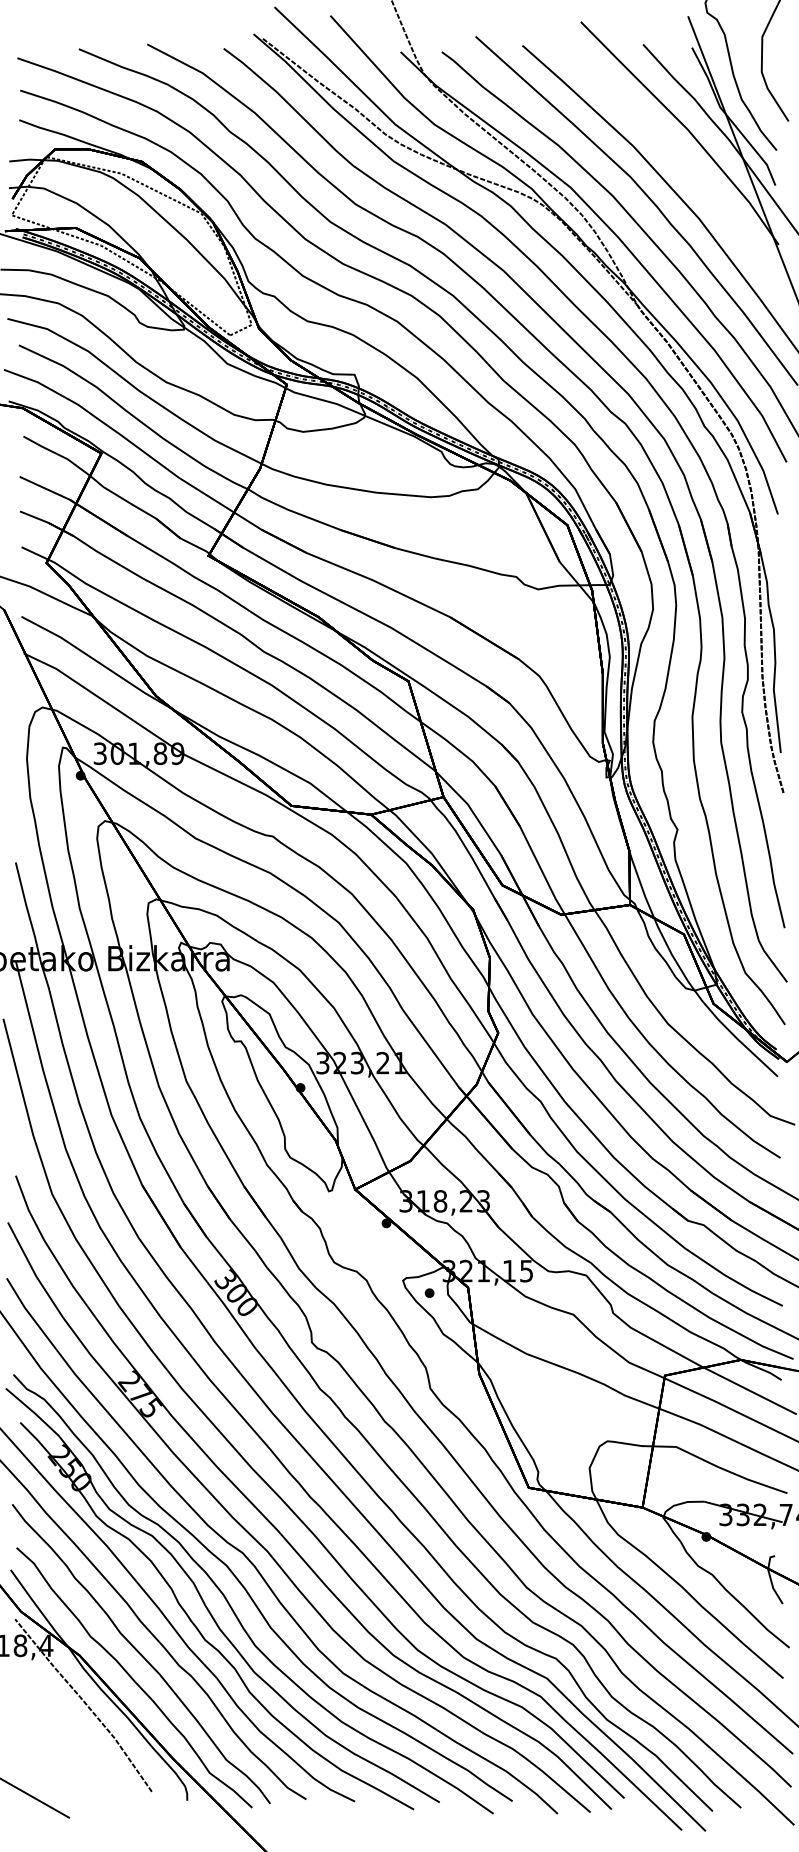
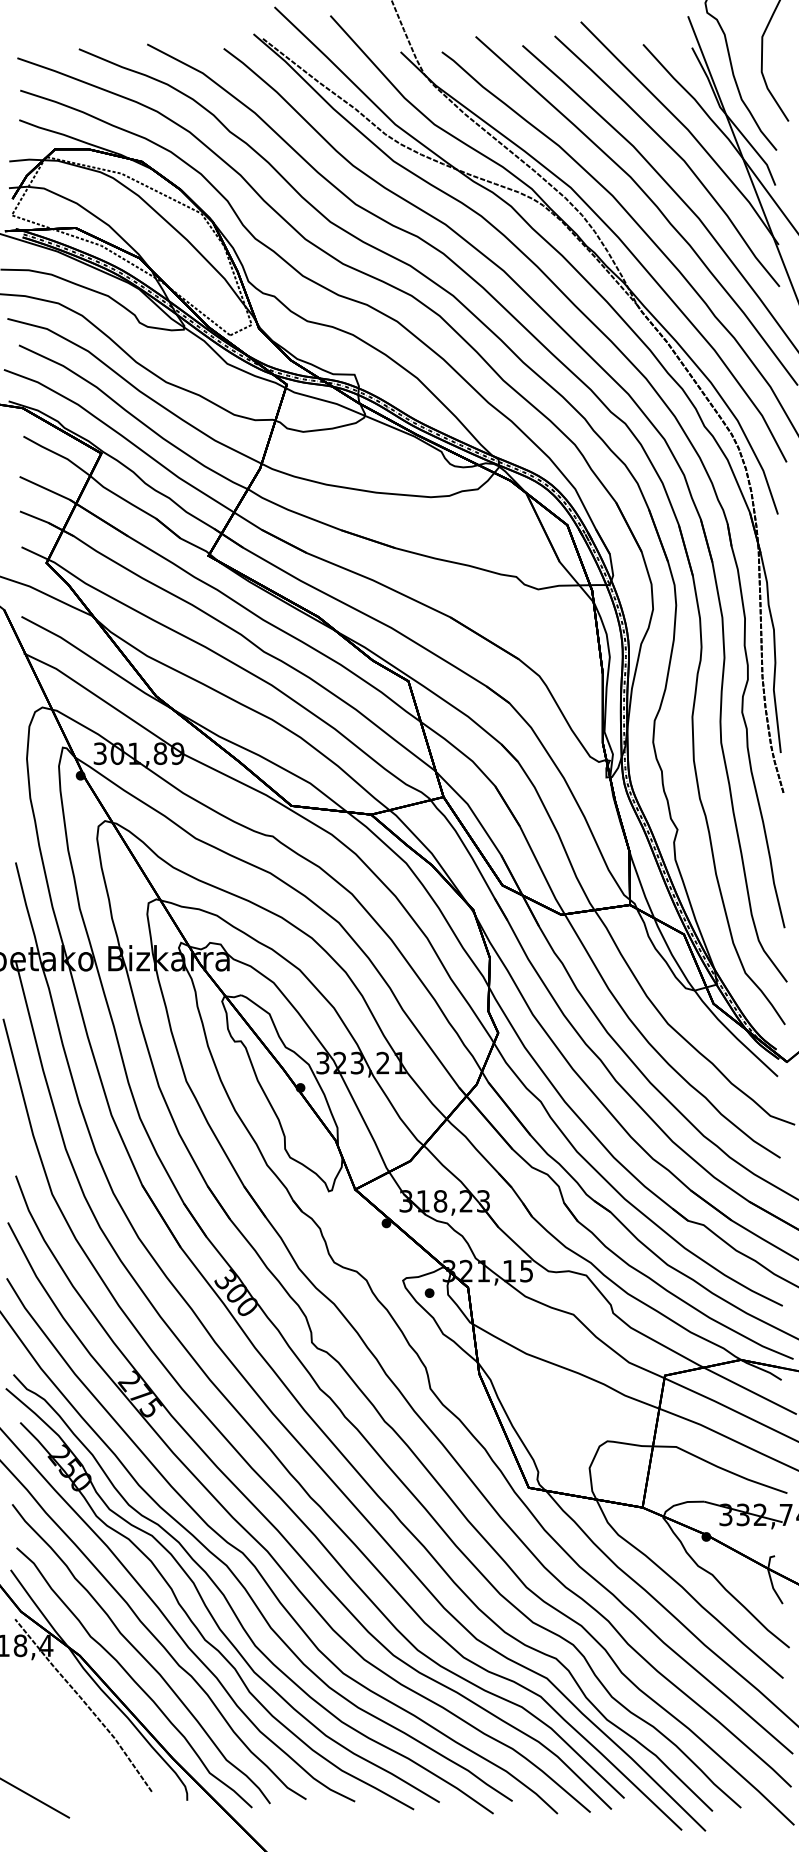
curve at (674, 152): none -> present
